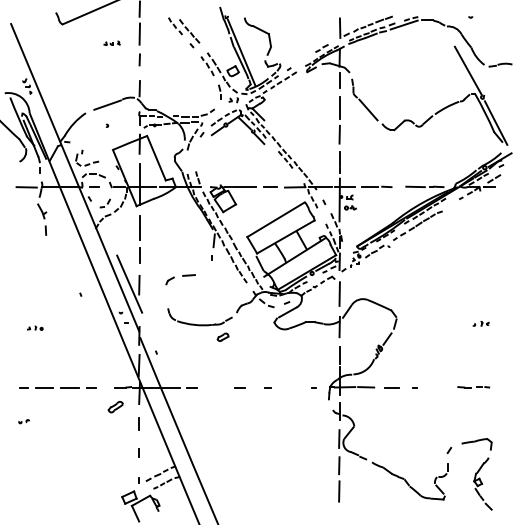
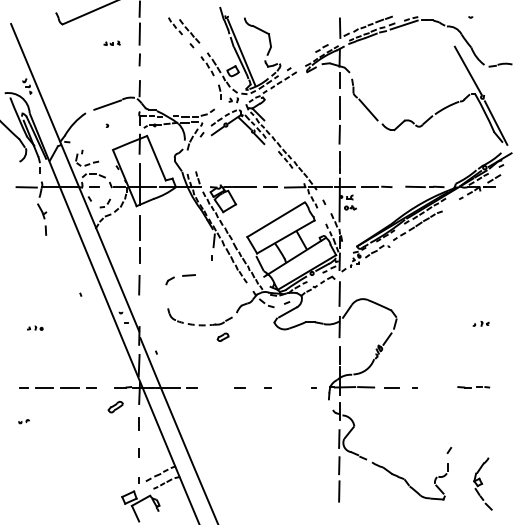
line at (129, 283): present -> none
arc at (194, 324): solid -> dashed
part at (476, 444): present -> none
